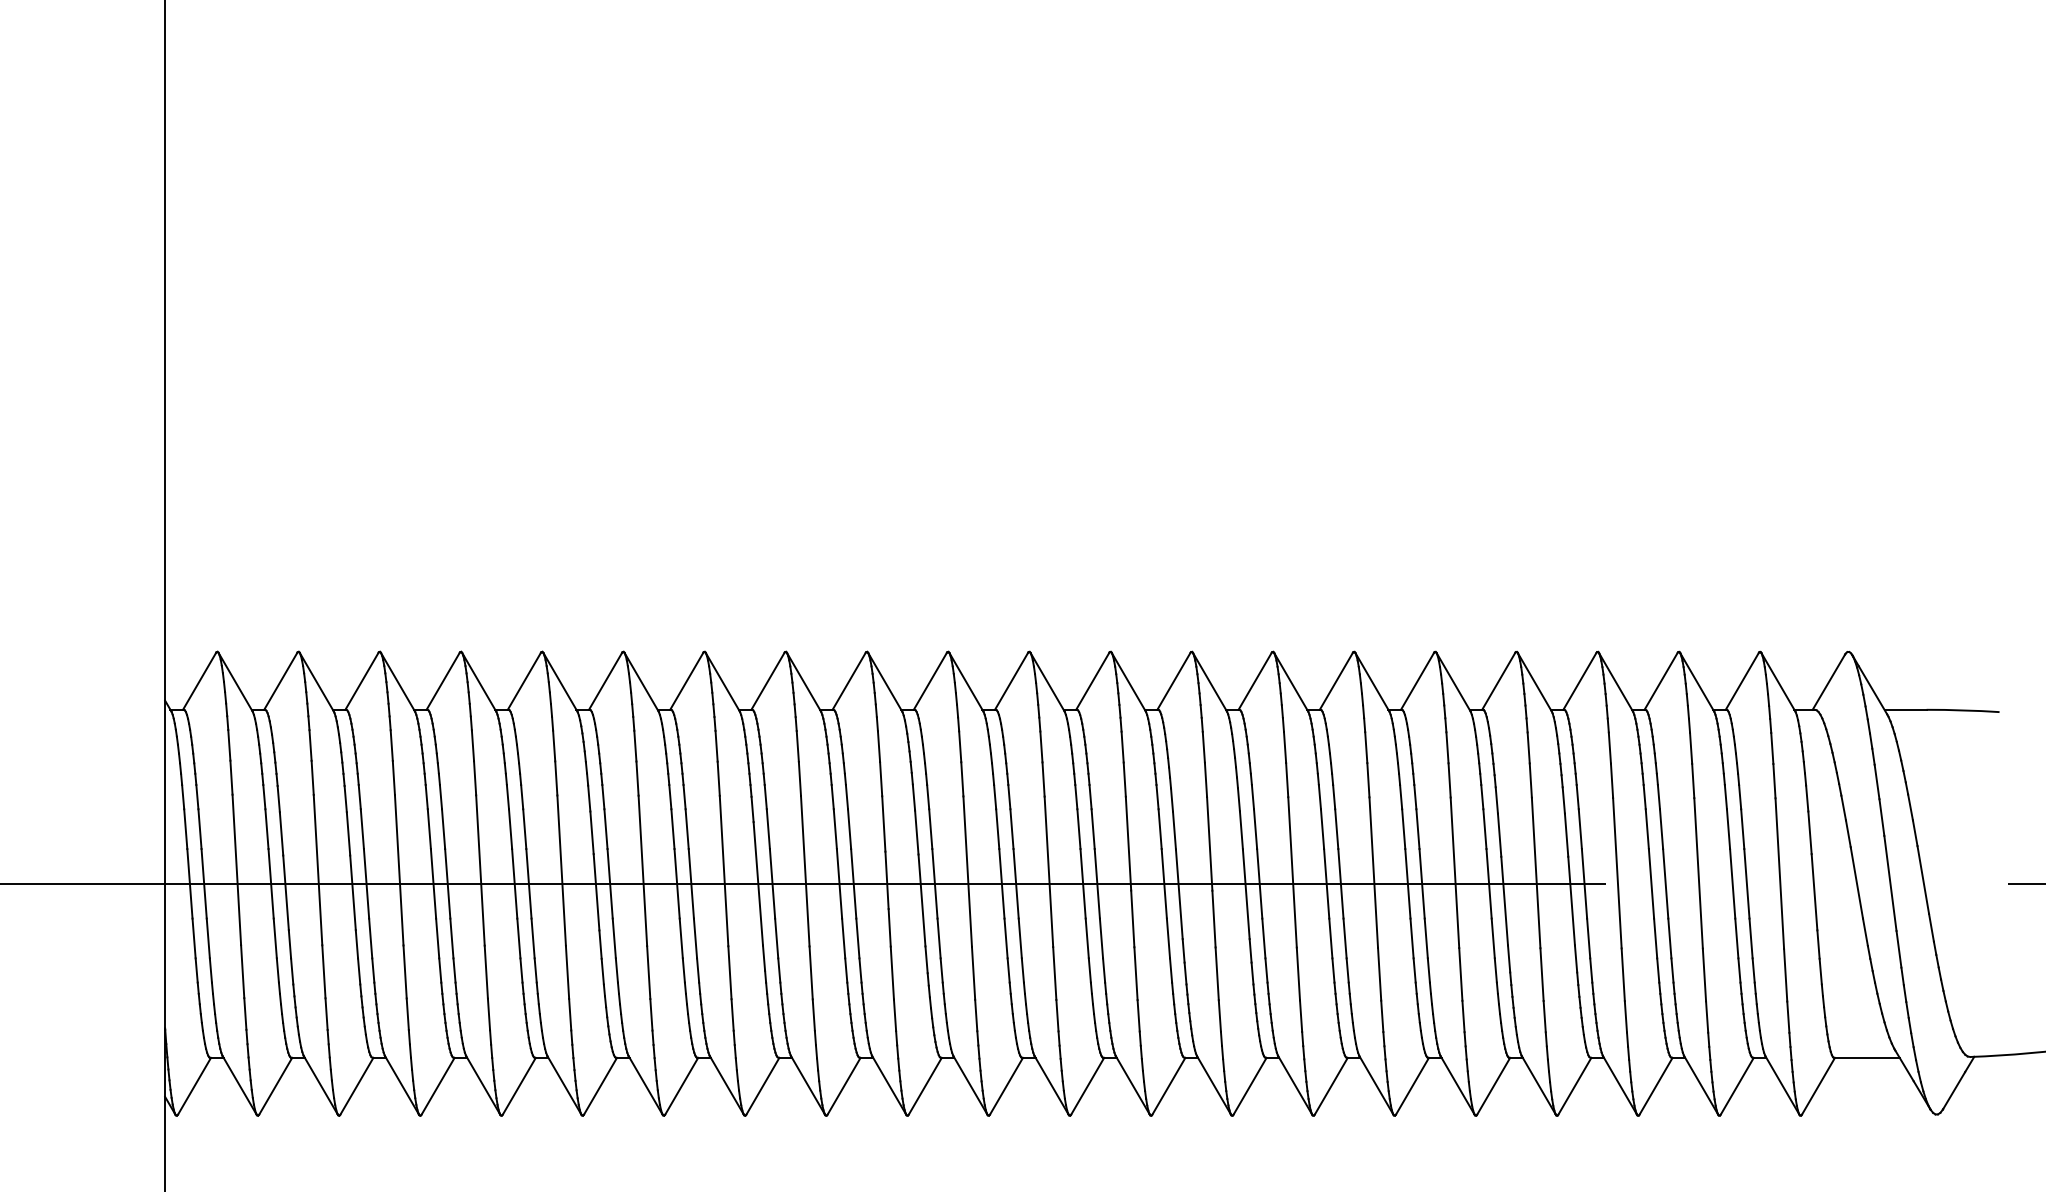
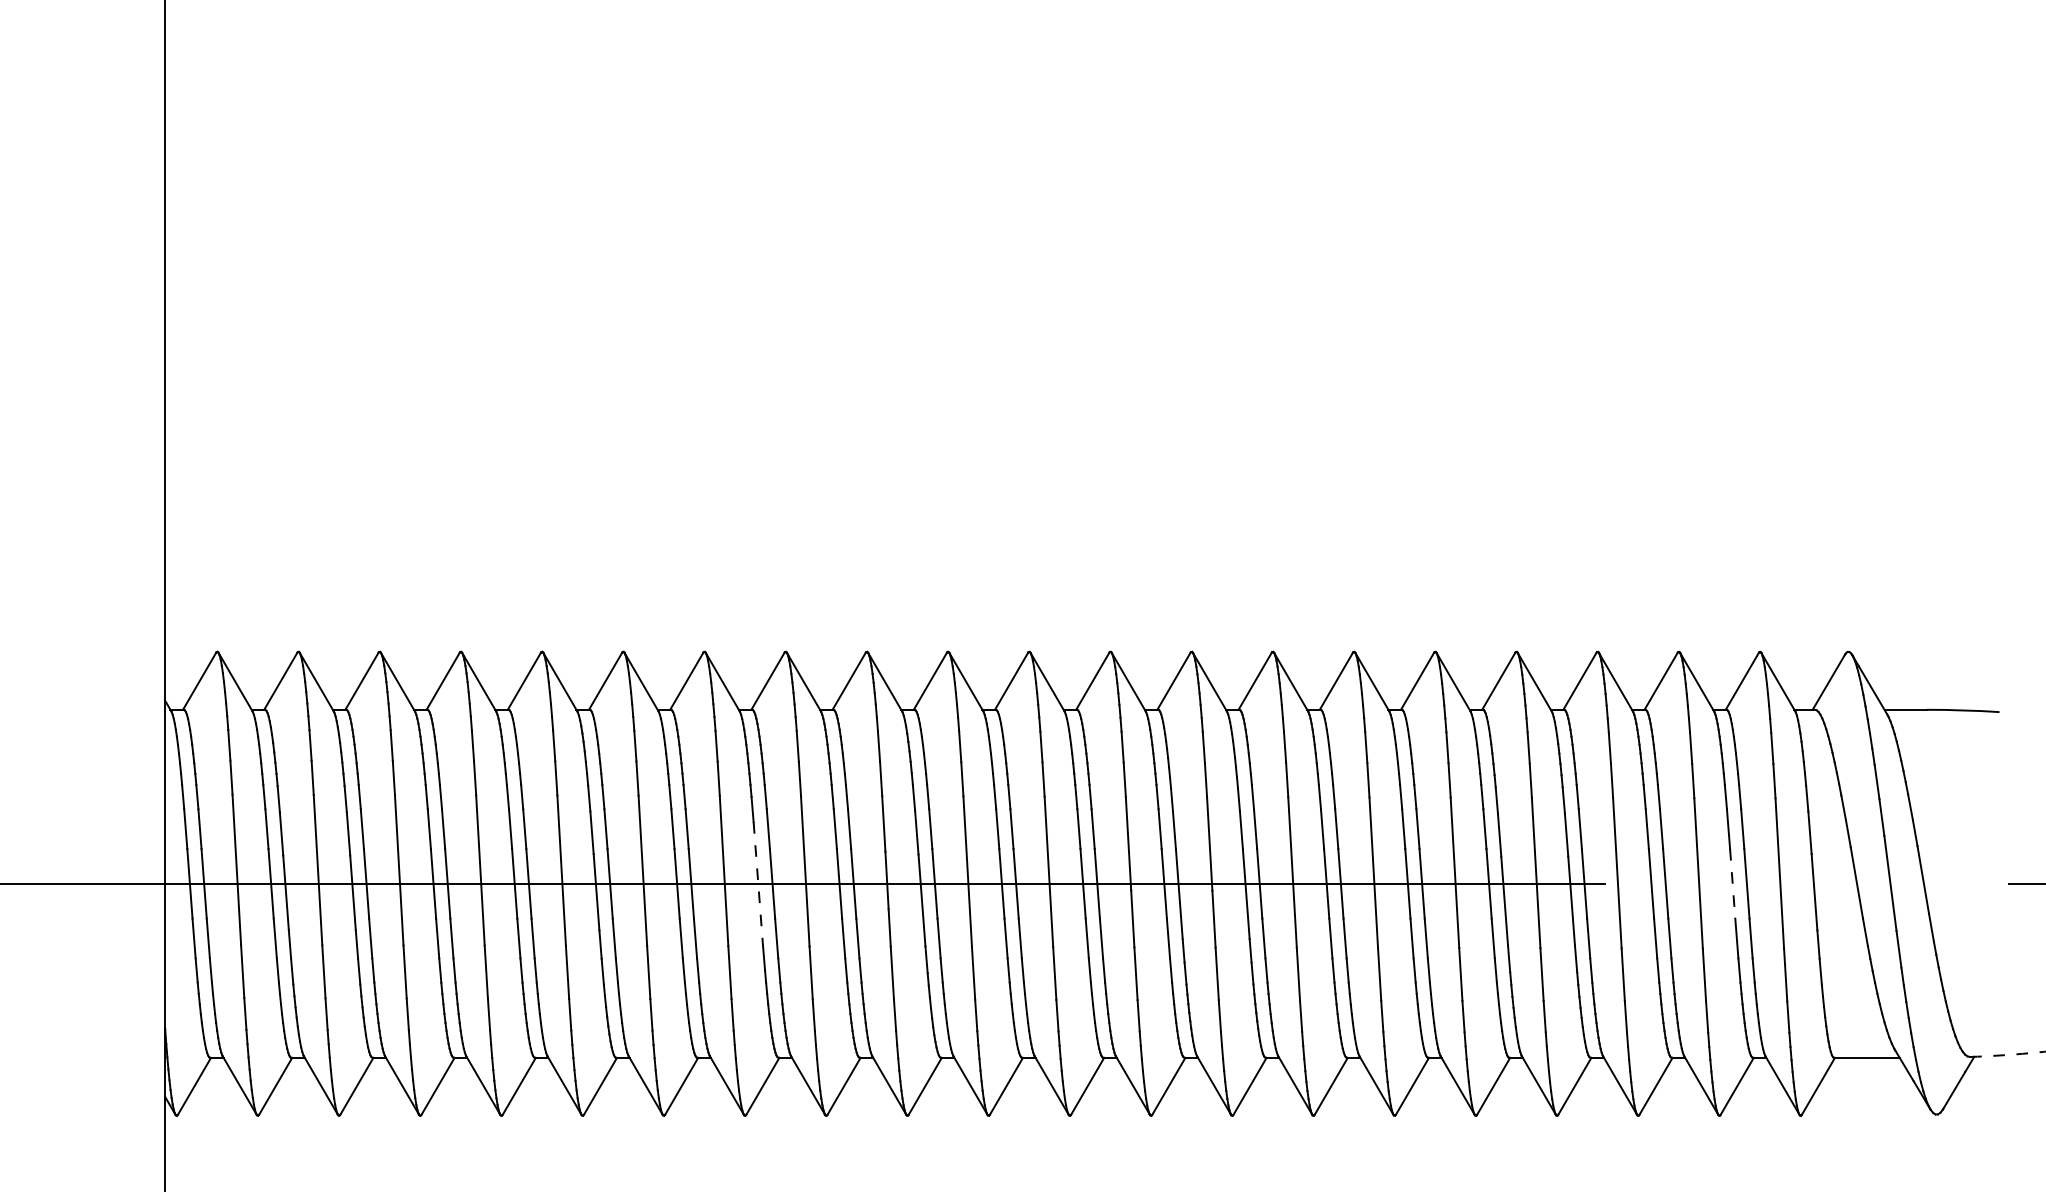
line at (758, 883): solid -> dashed
line at (1732, 883): solid -> dashed
arc at (2007, 1054): solid -> dashed
